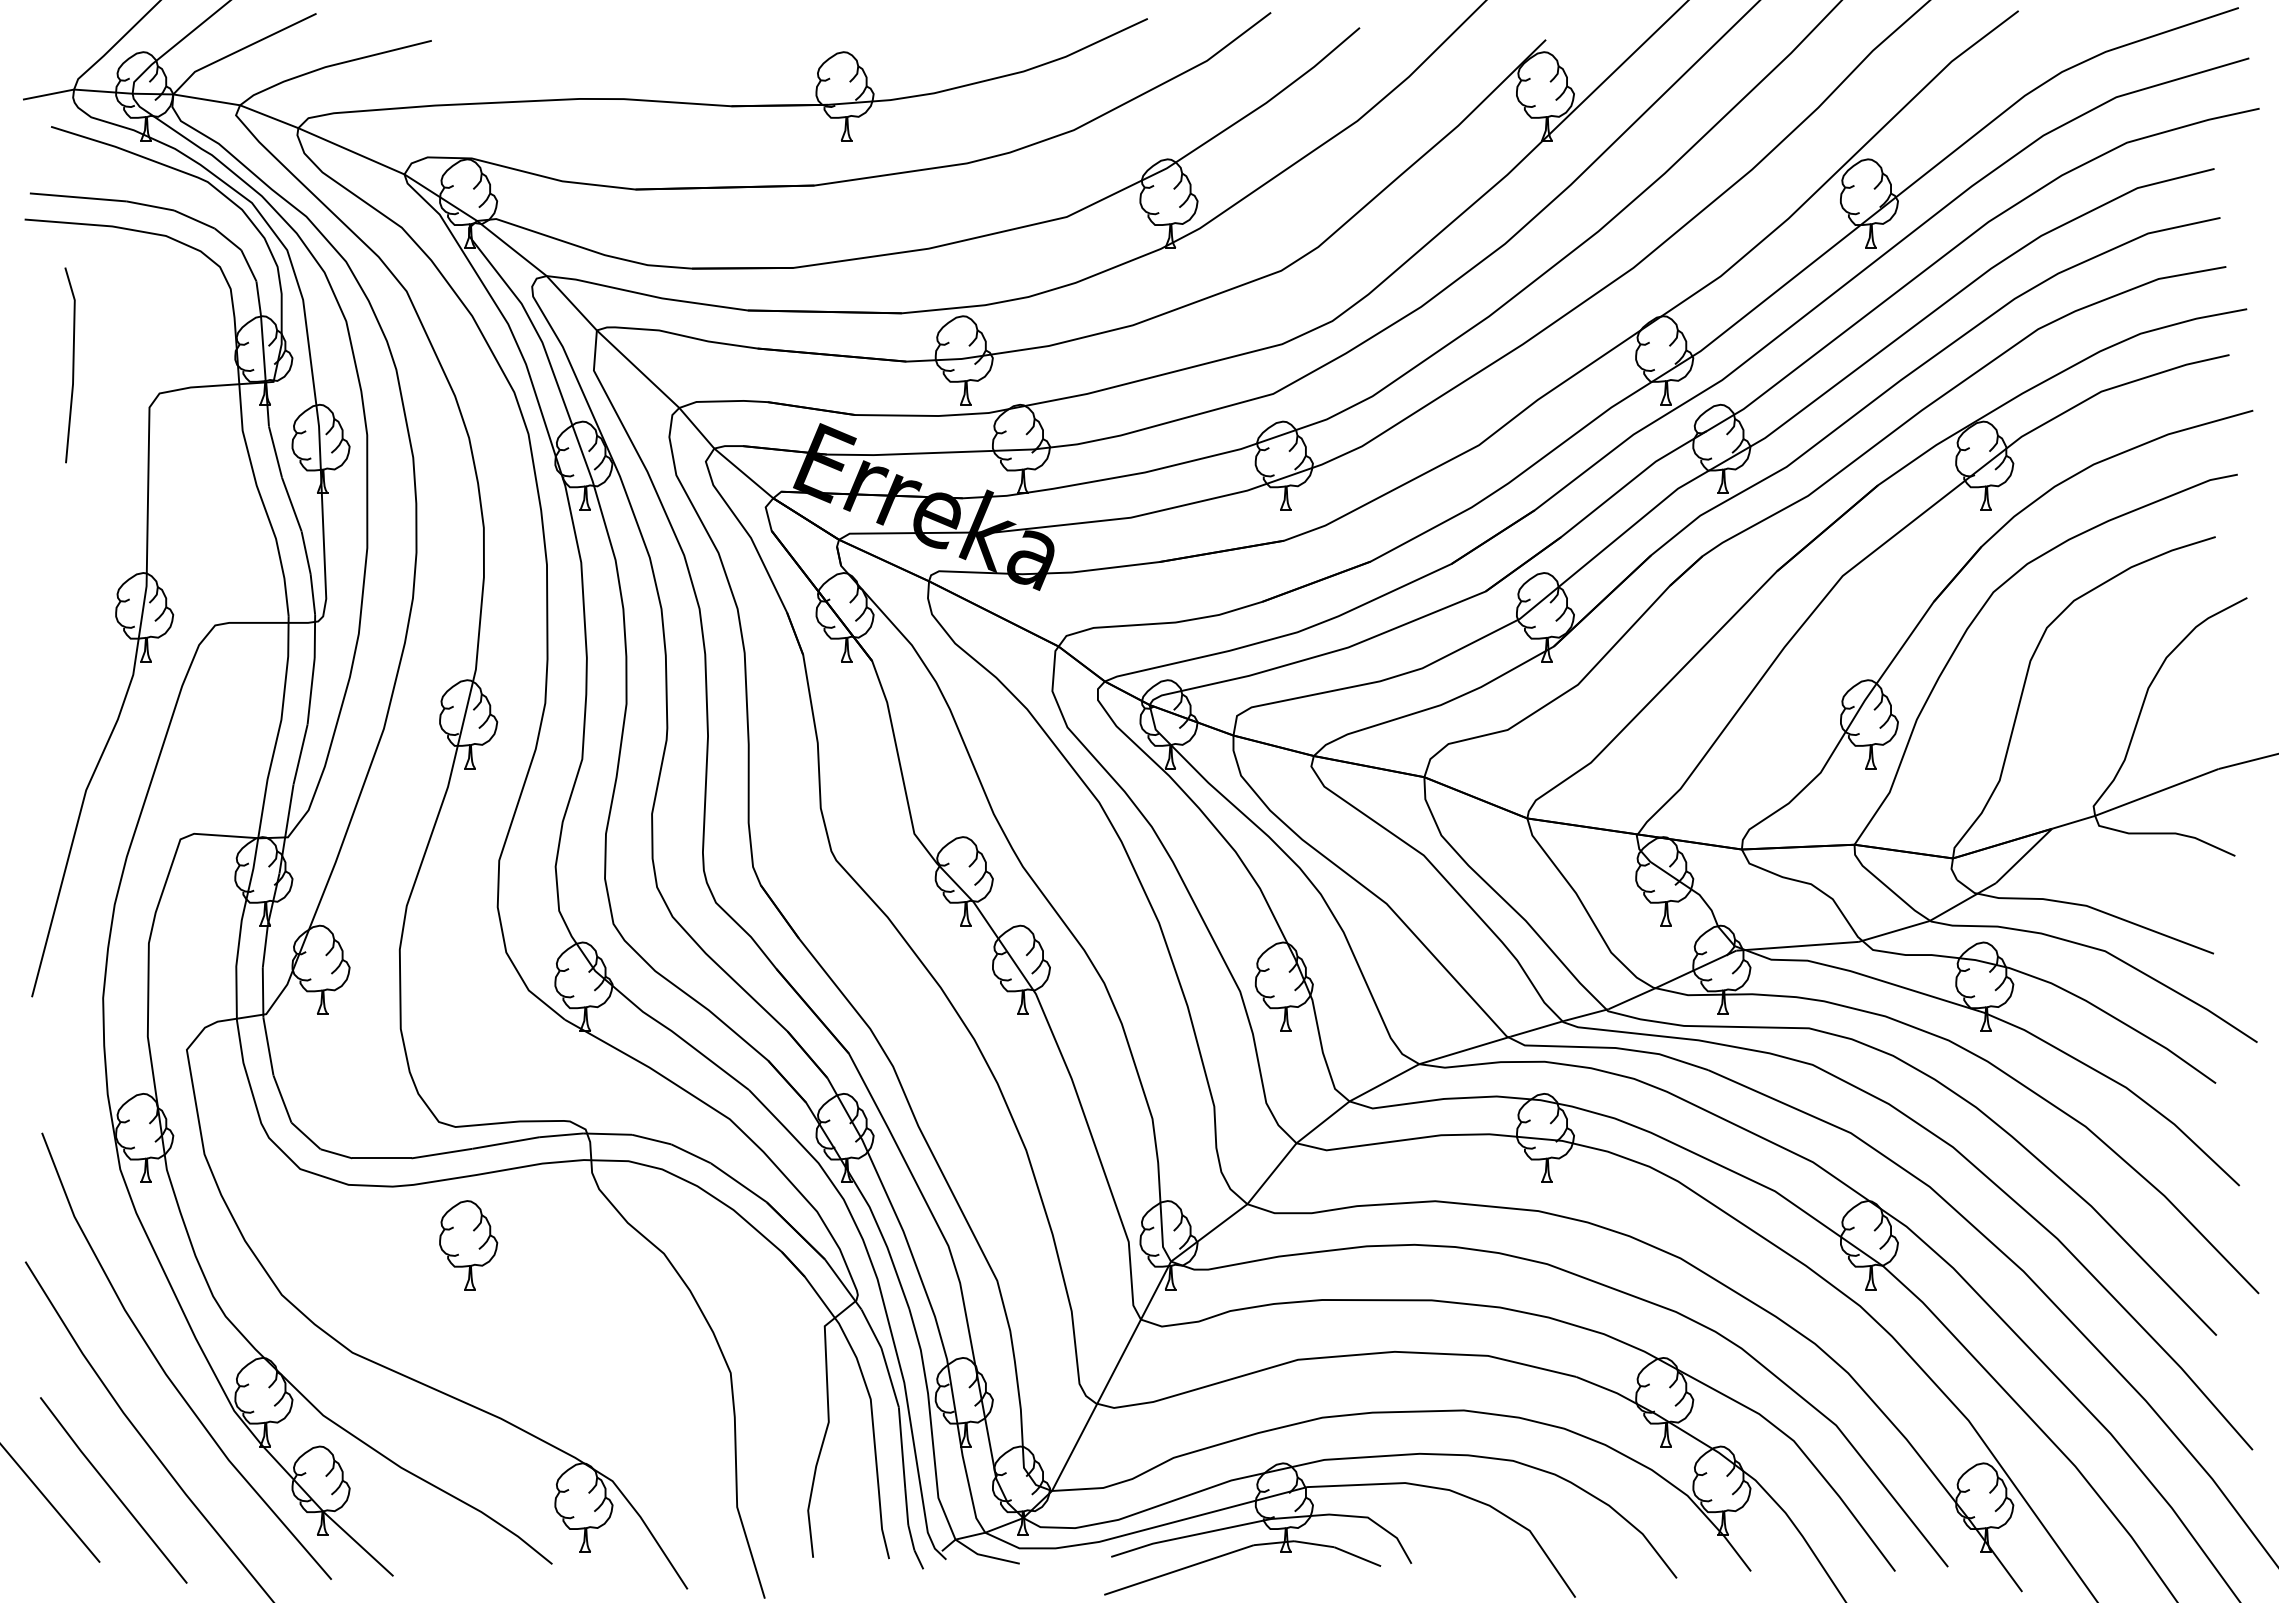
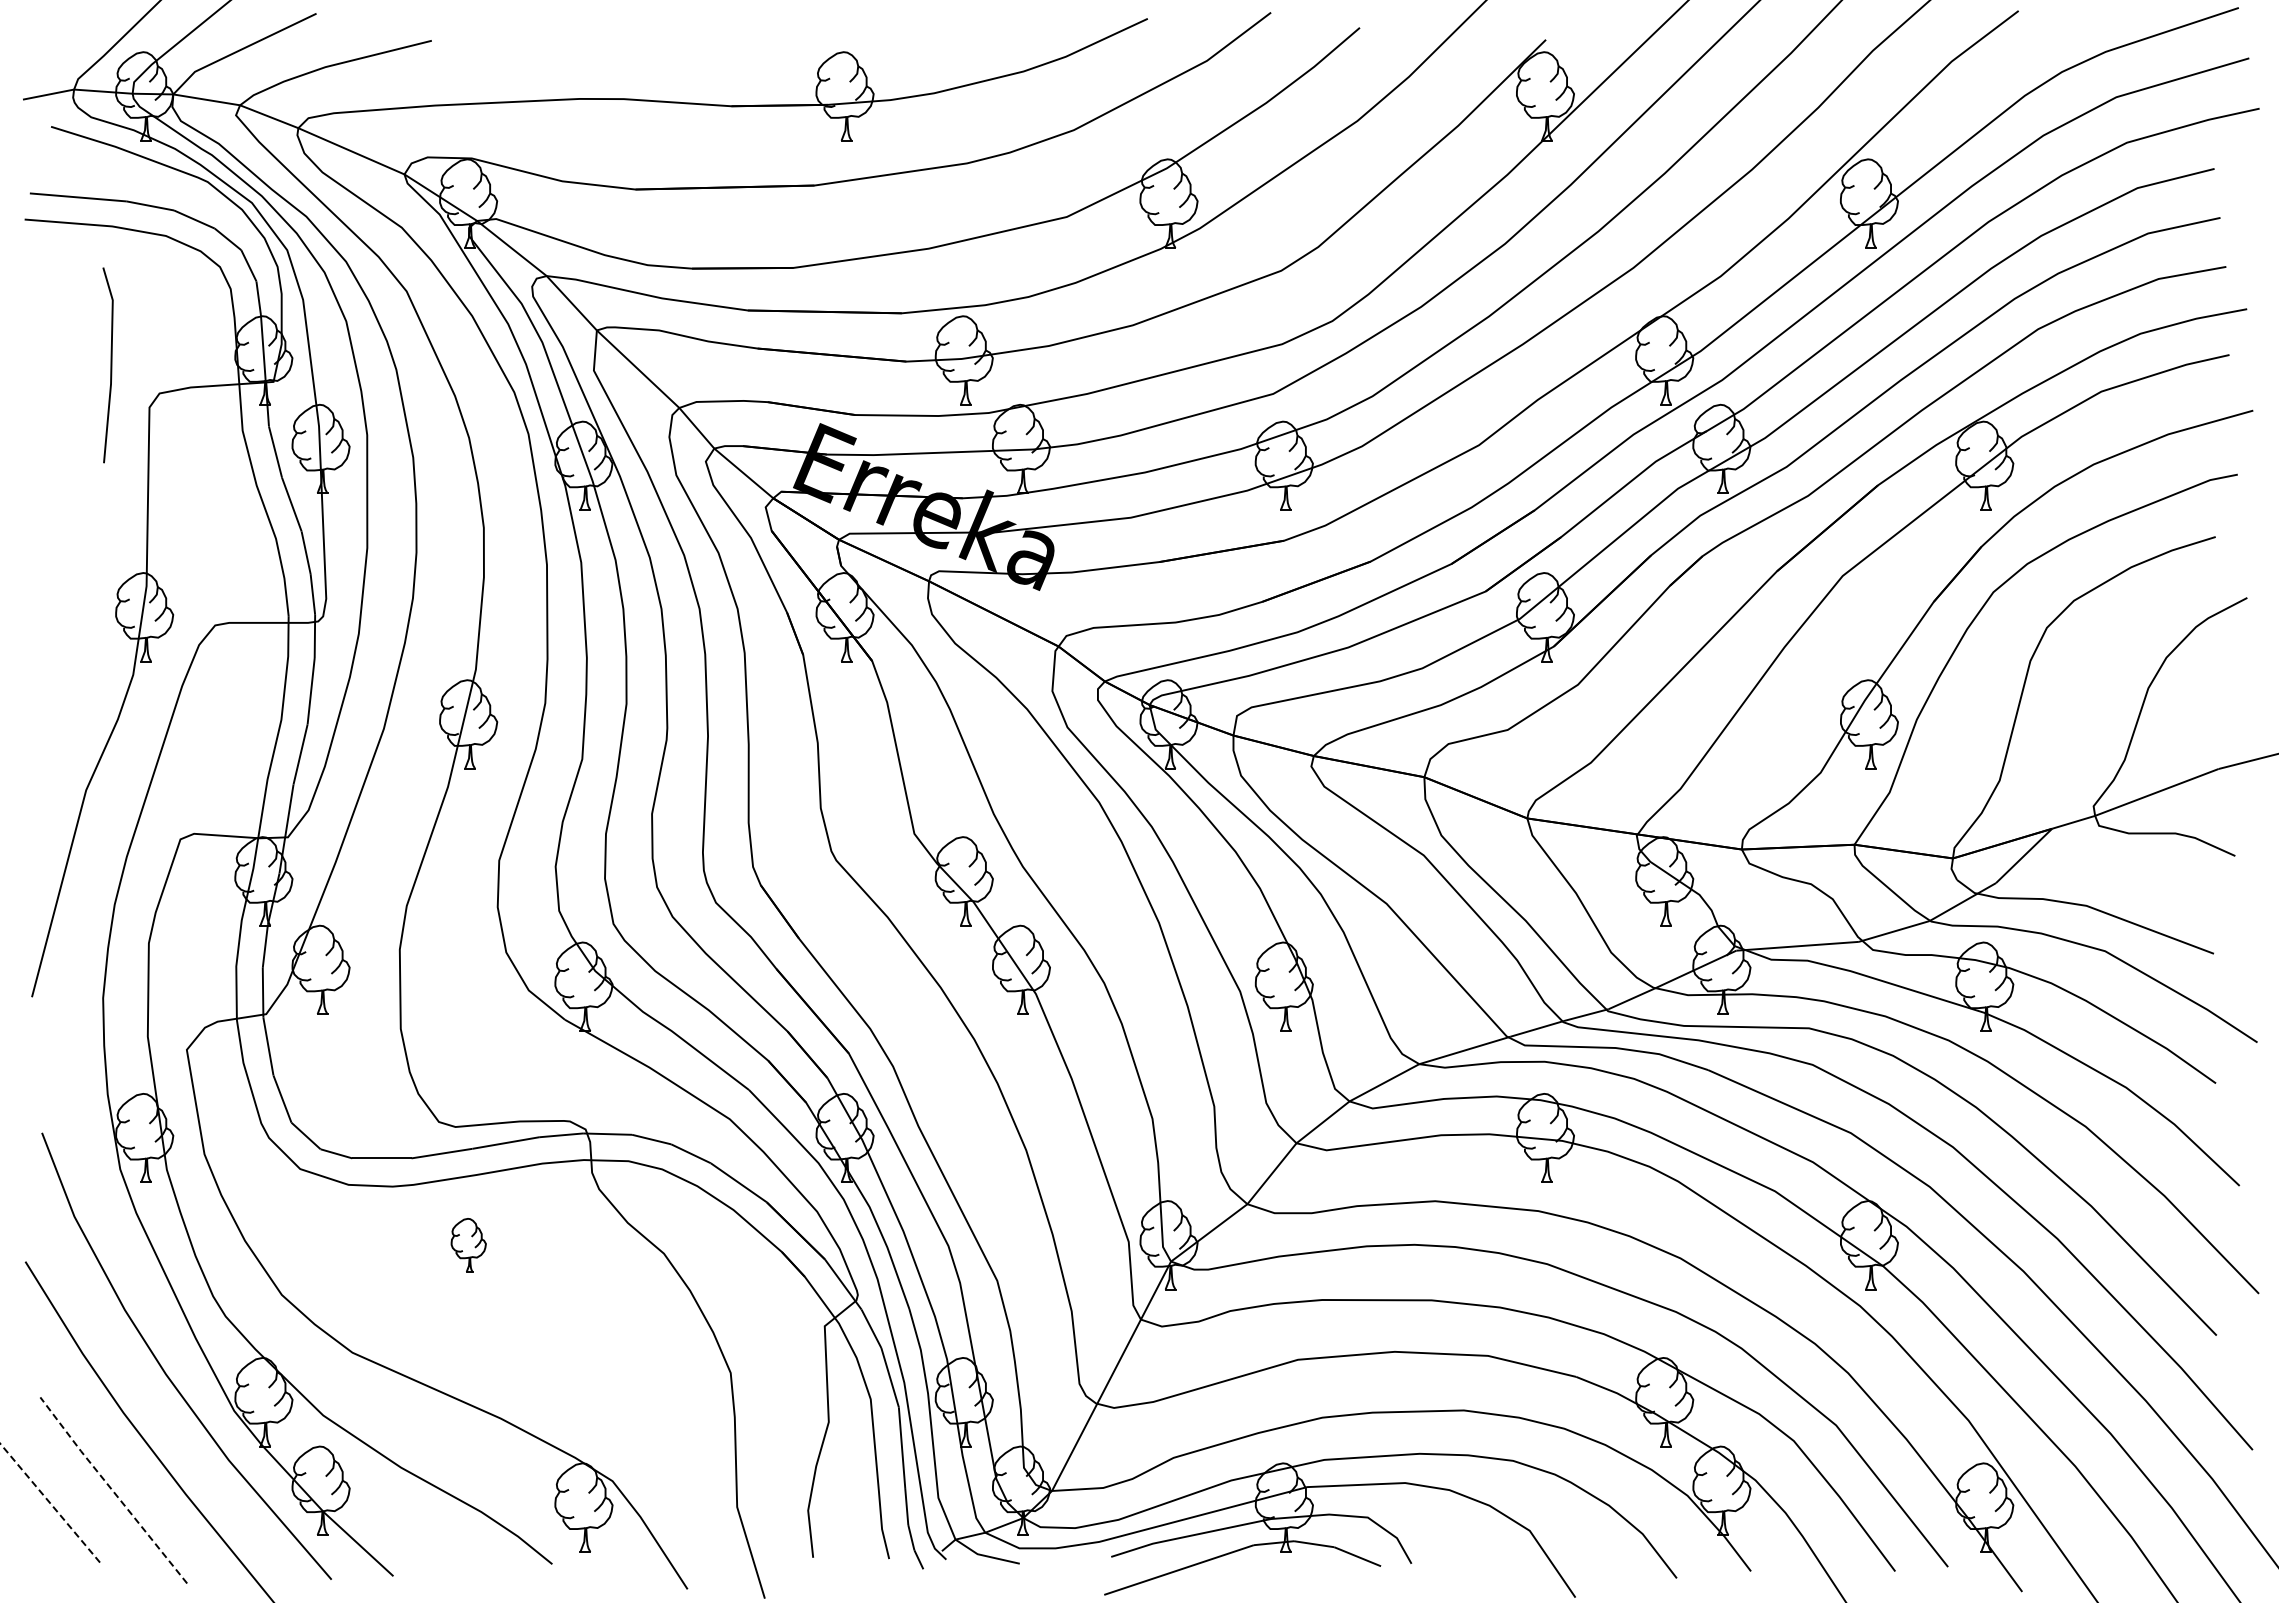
line at (72, 365) position: (72, 365) -> (110, 365)
part at (468, 1245) size: 60x91 px -> 37x55 px
line at (112, 1490): solid -> dashed
line at (50, 1502): solid -> dashed
